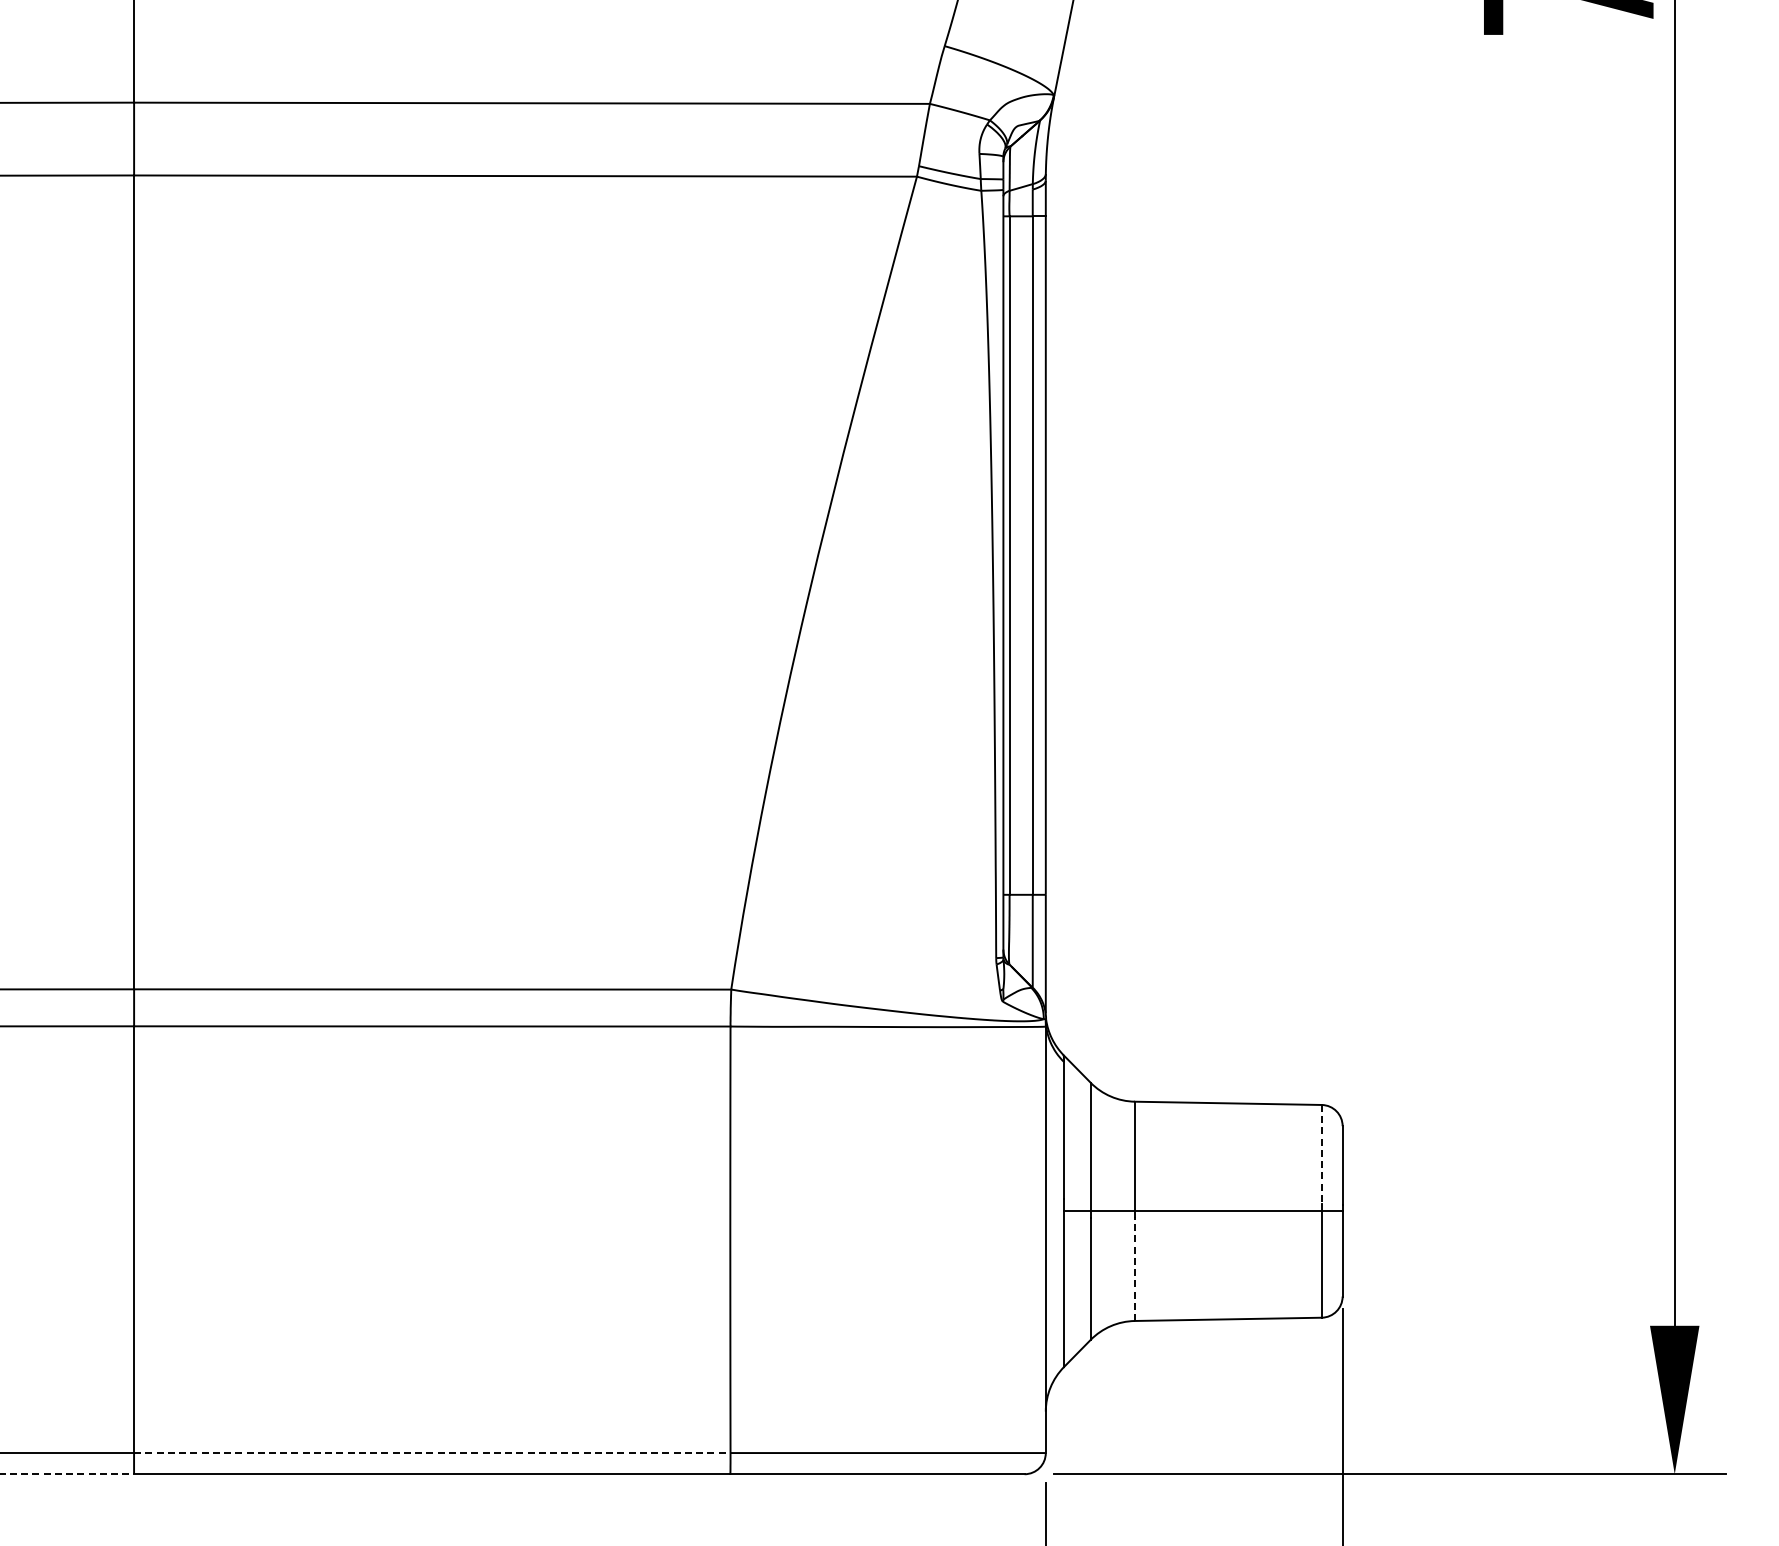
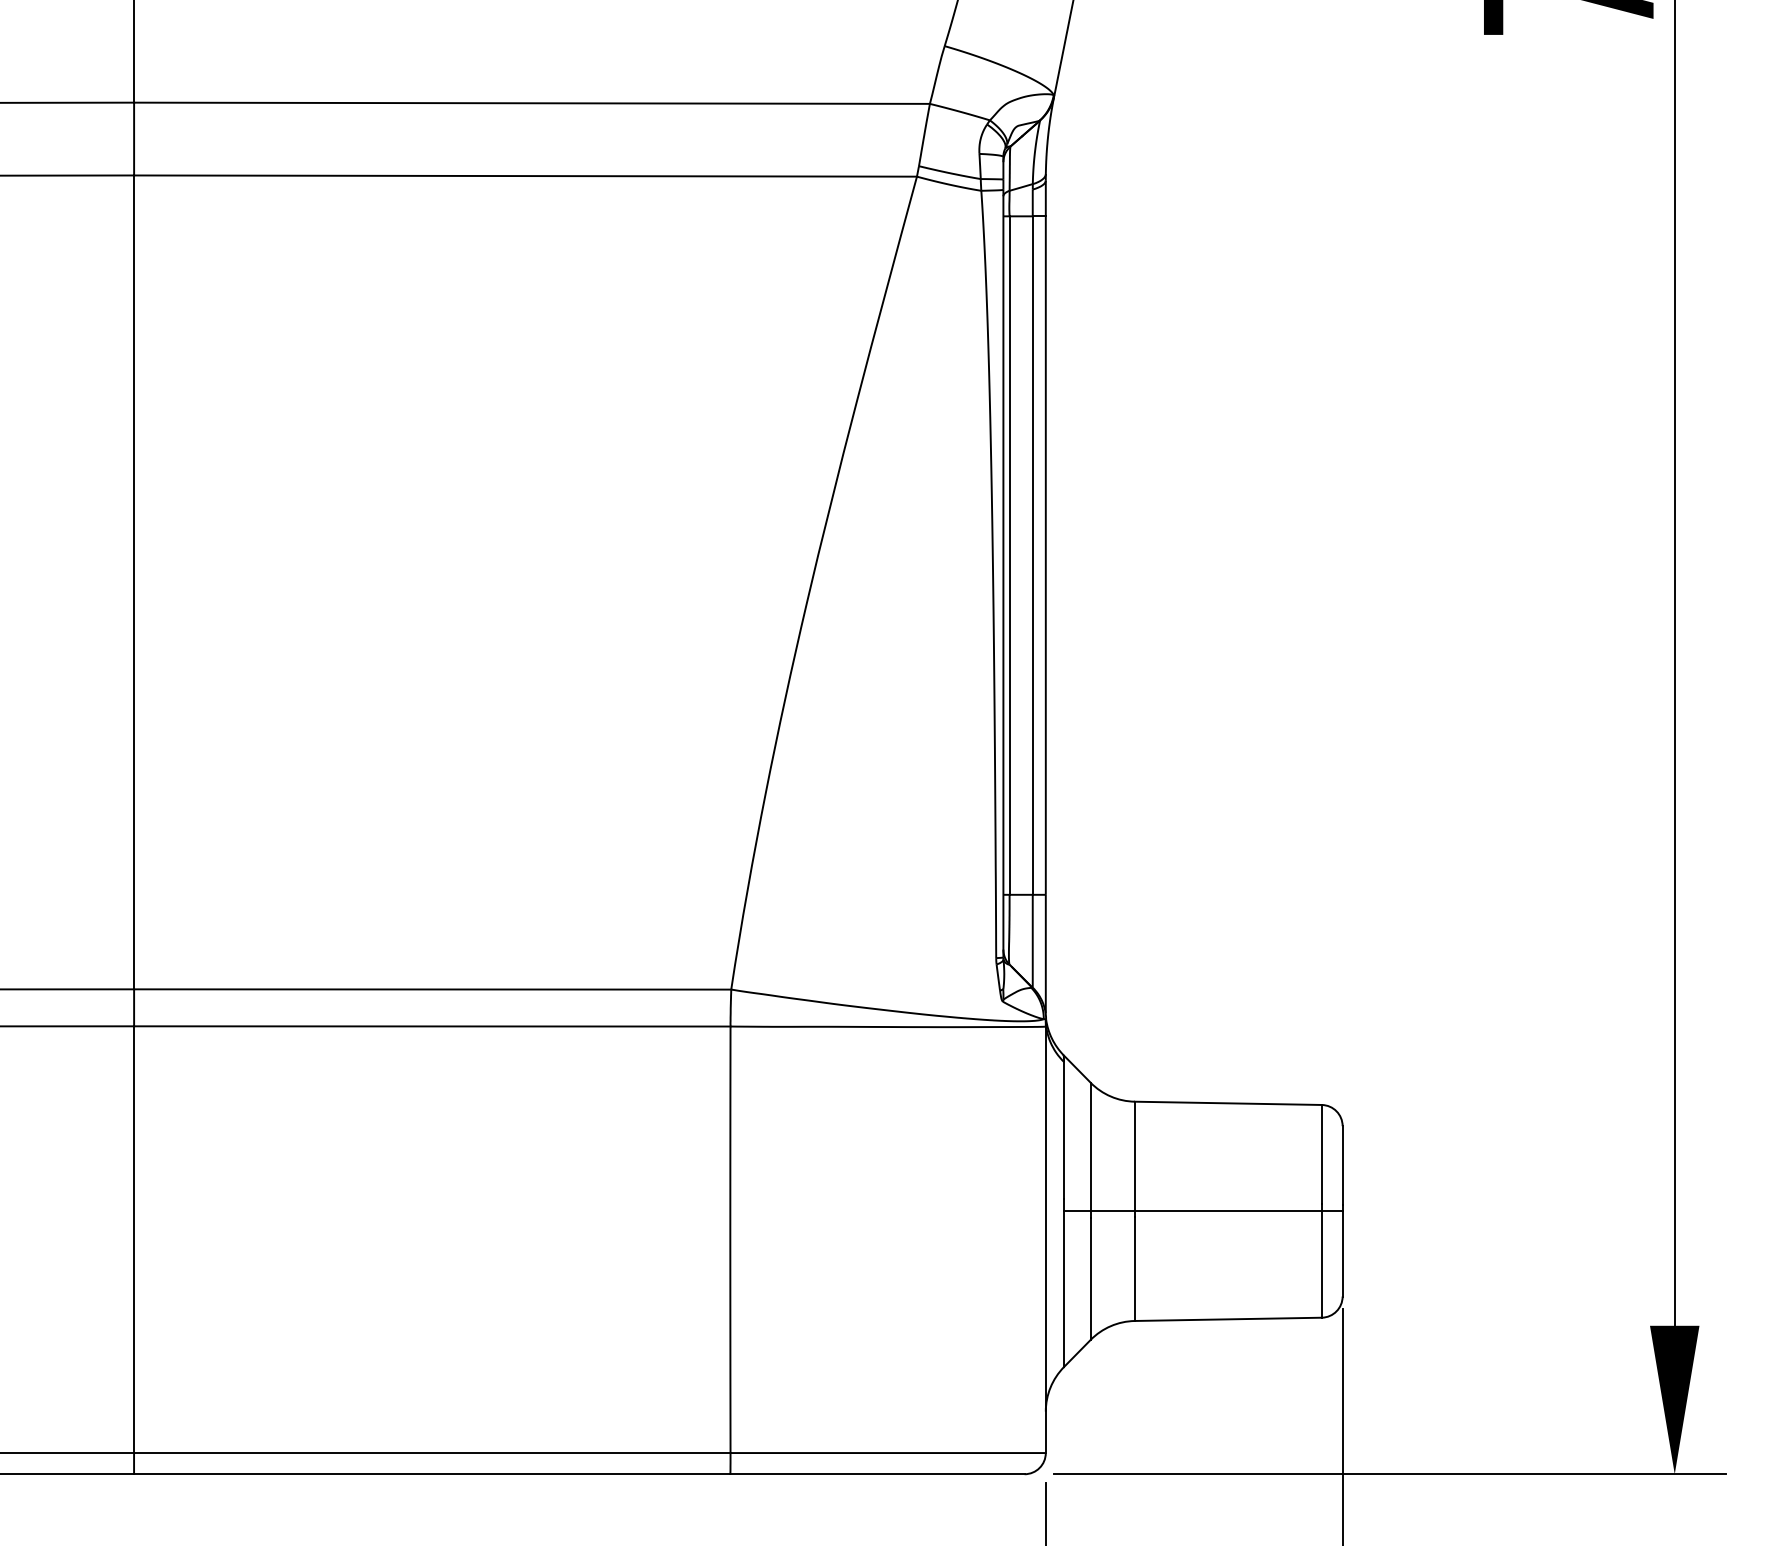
line at (1321, 1154): dashed -> solid
line at (1134, 1269): dashed -> solid
line at (432, 1453): dashed -> solid
line at (67, 1474): dashed -> solid
